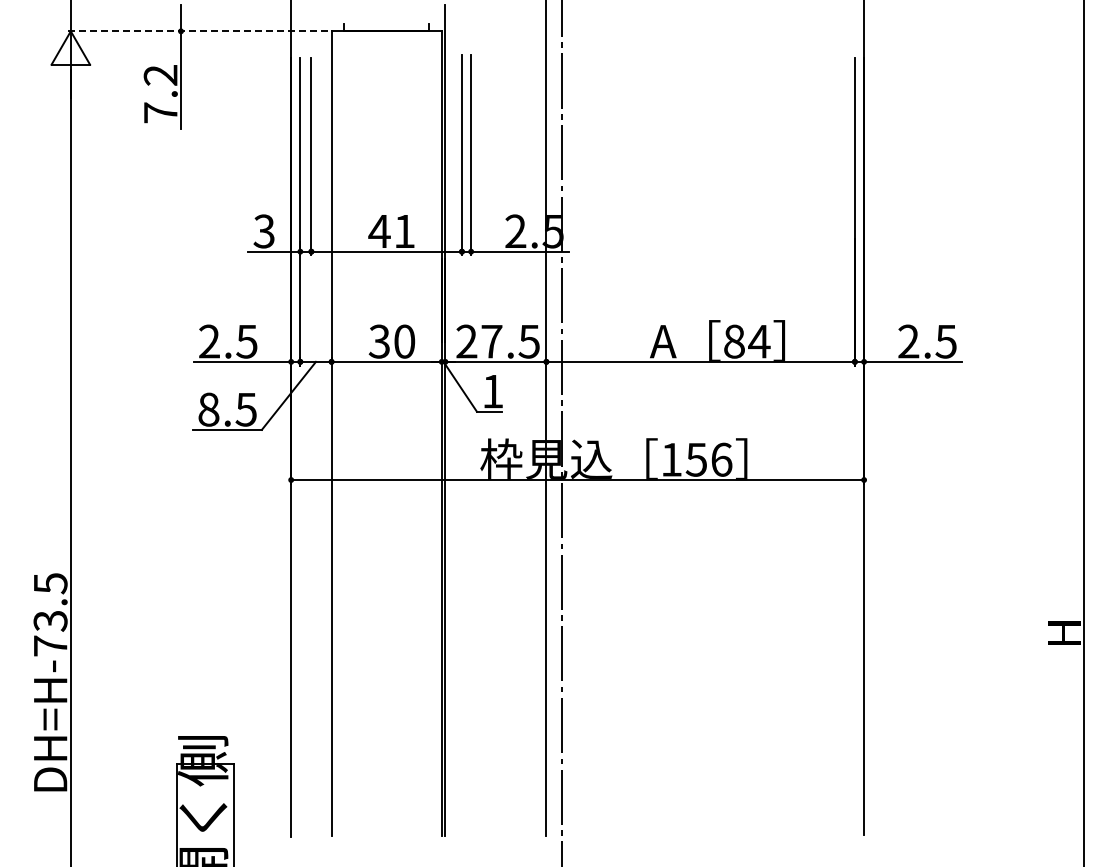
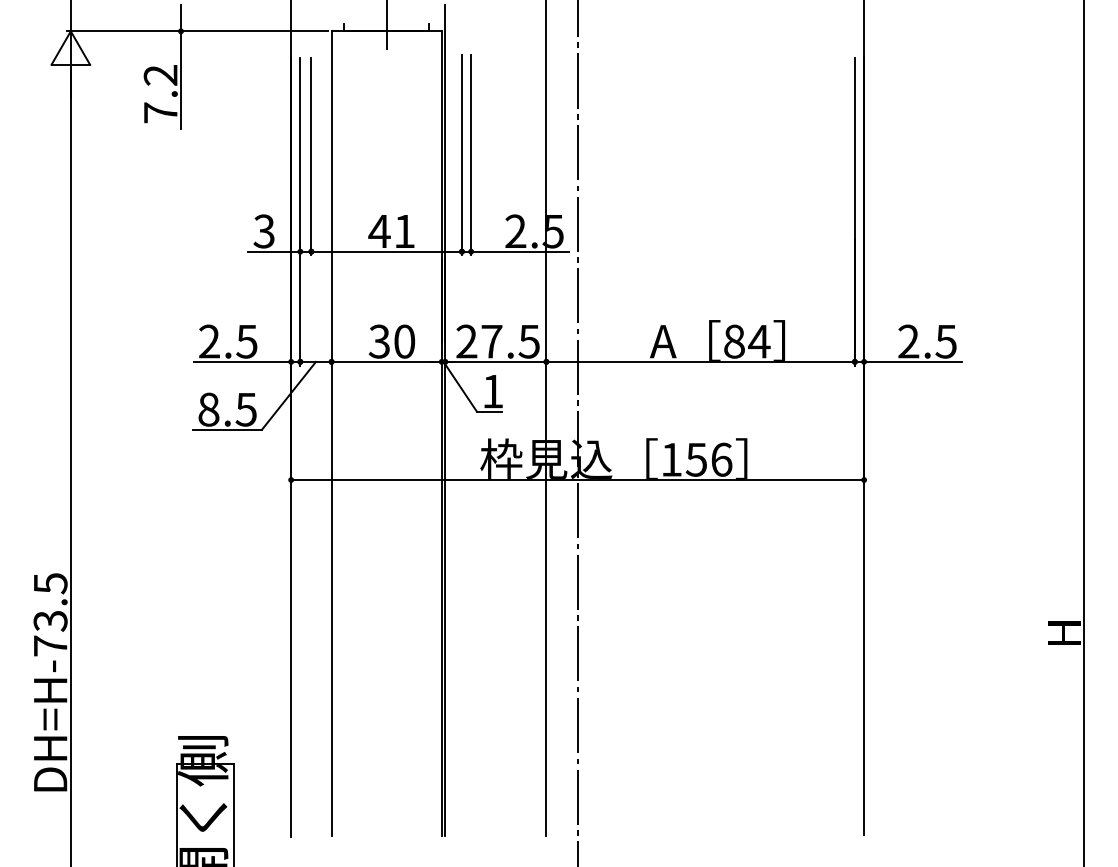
line at (386, 25): none -> present
line at (197, 31): dashed -> solid
line at (561, 432) position: (561, 432) -> (577, 432)
